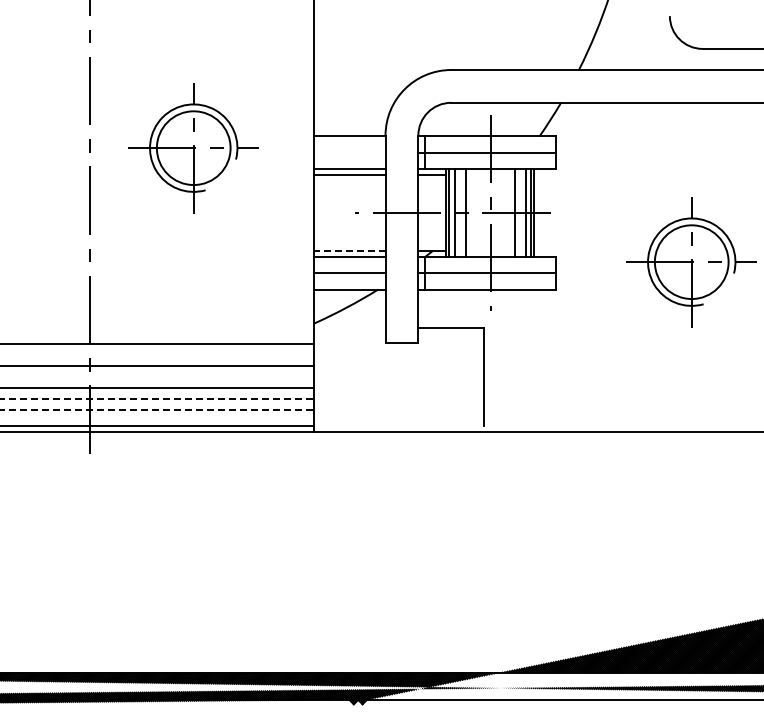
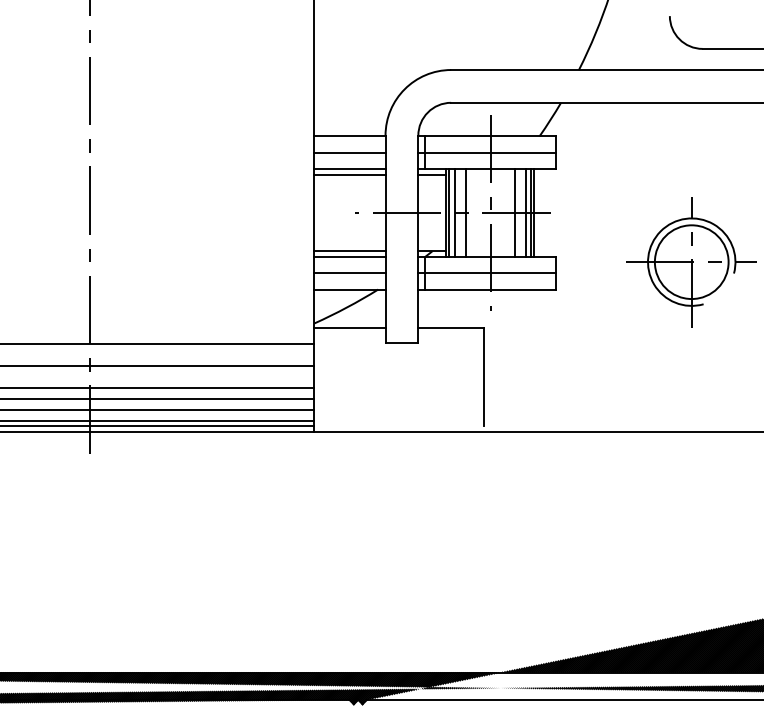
part at (193, 148): present -> none
line at (349, 152): none -> present
line at (350, 251): dashed -> solid
line at (349, 327): none -> present
line at (157, 398): dashed -> solid
line at (157, 409): dashed -> solid
line at (158, 420): none -> present
